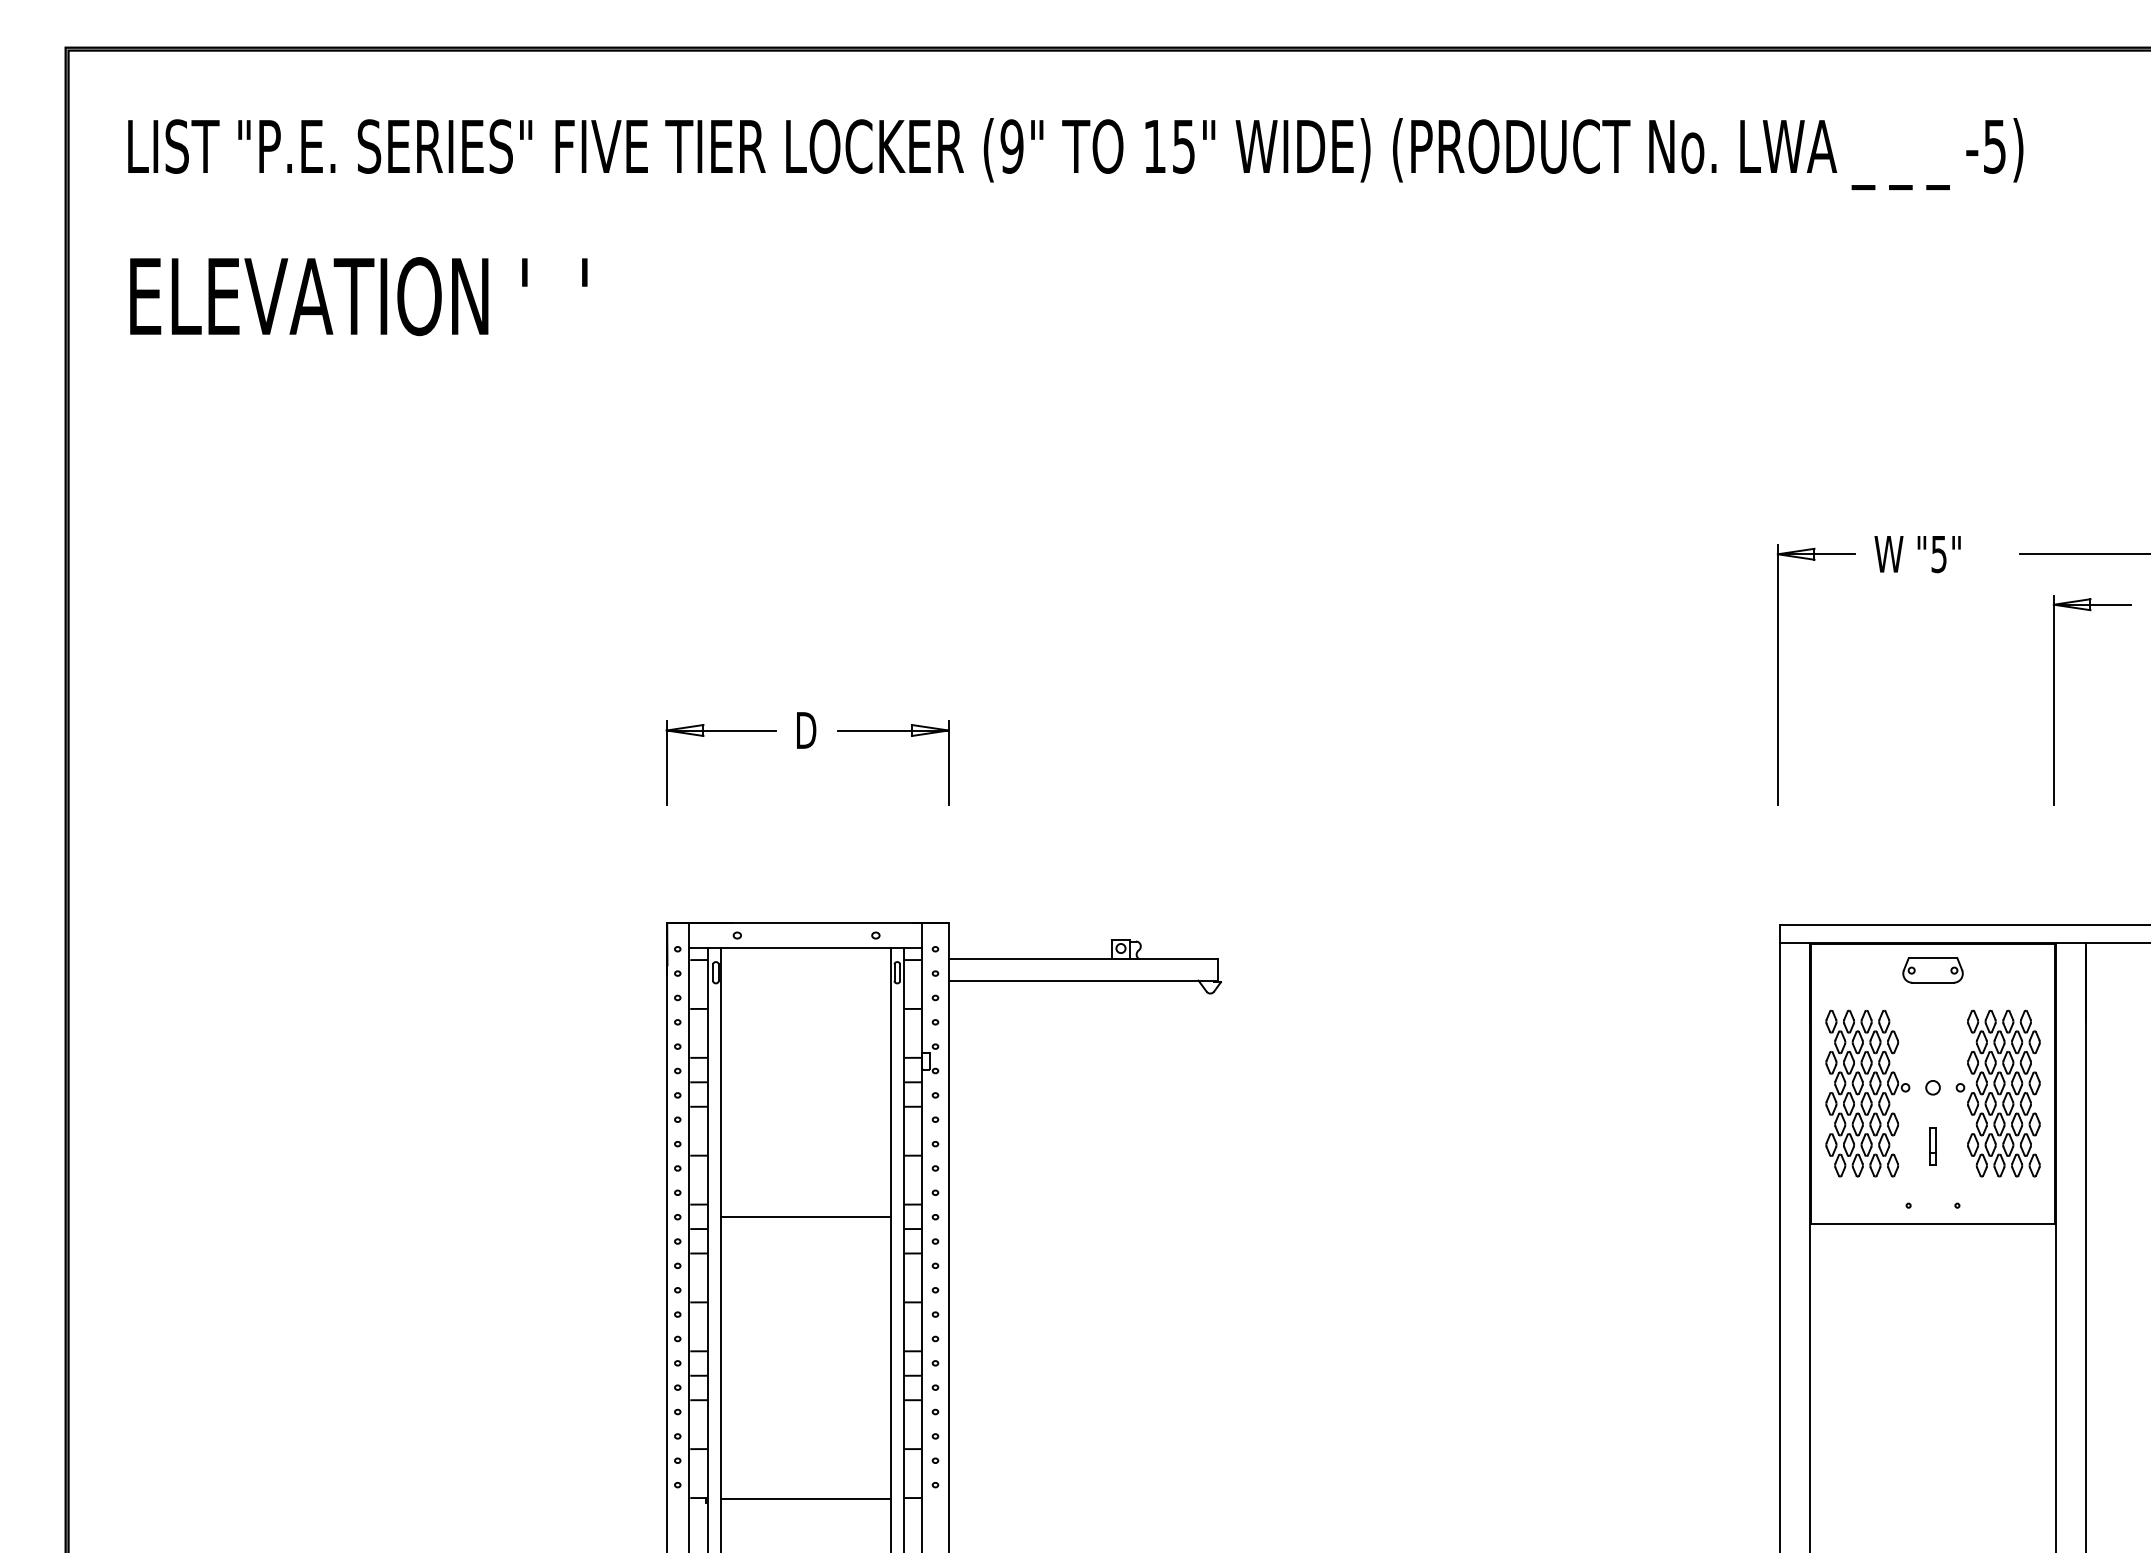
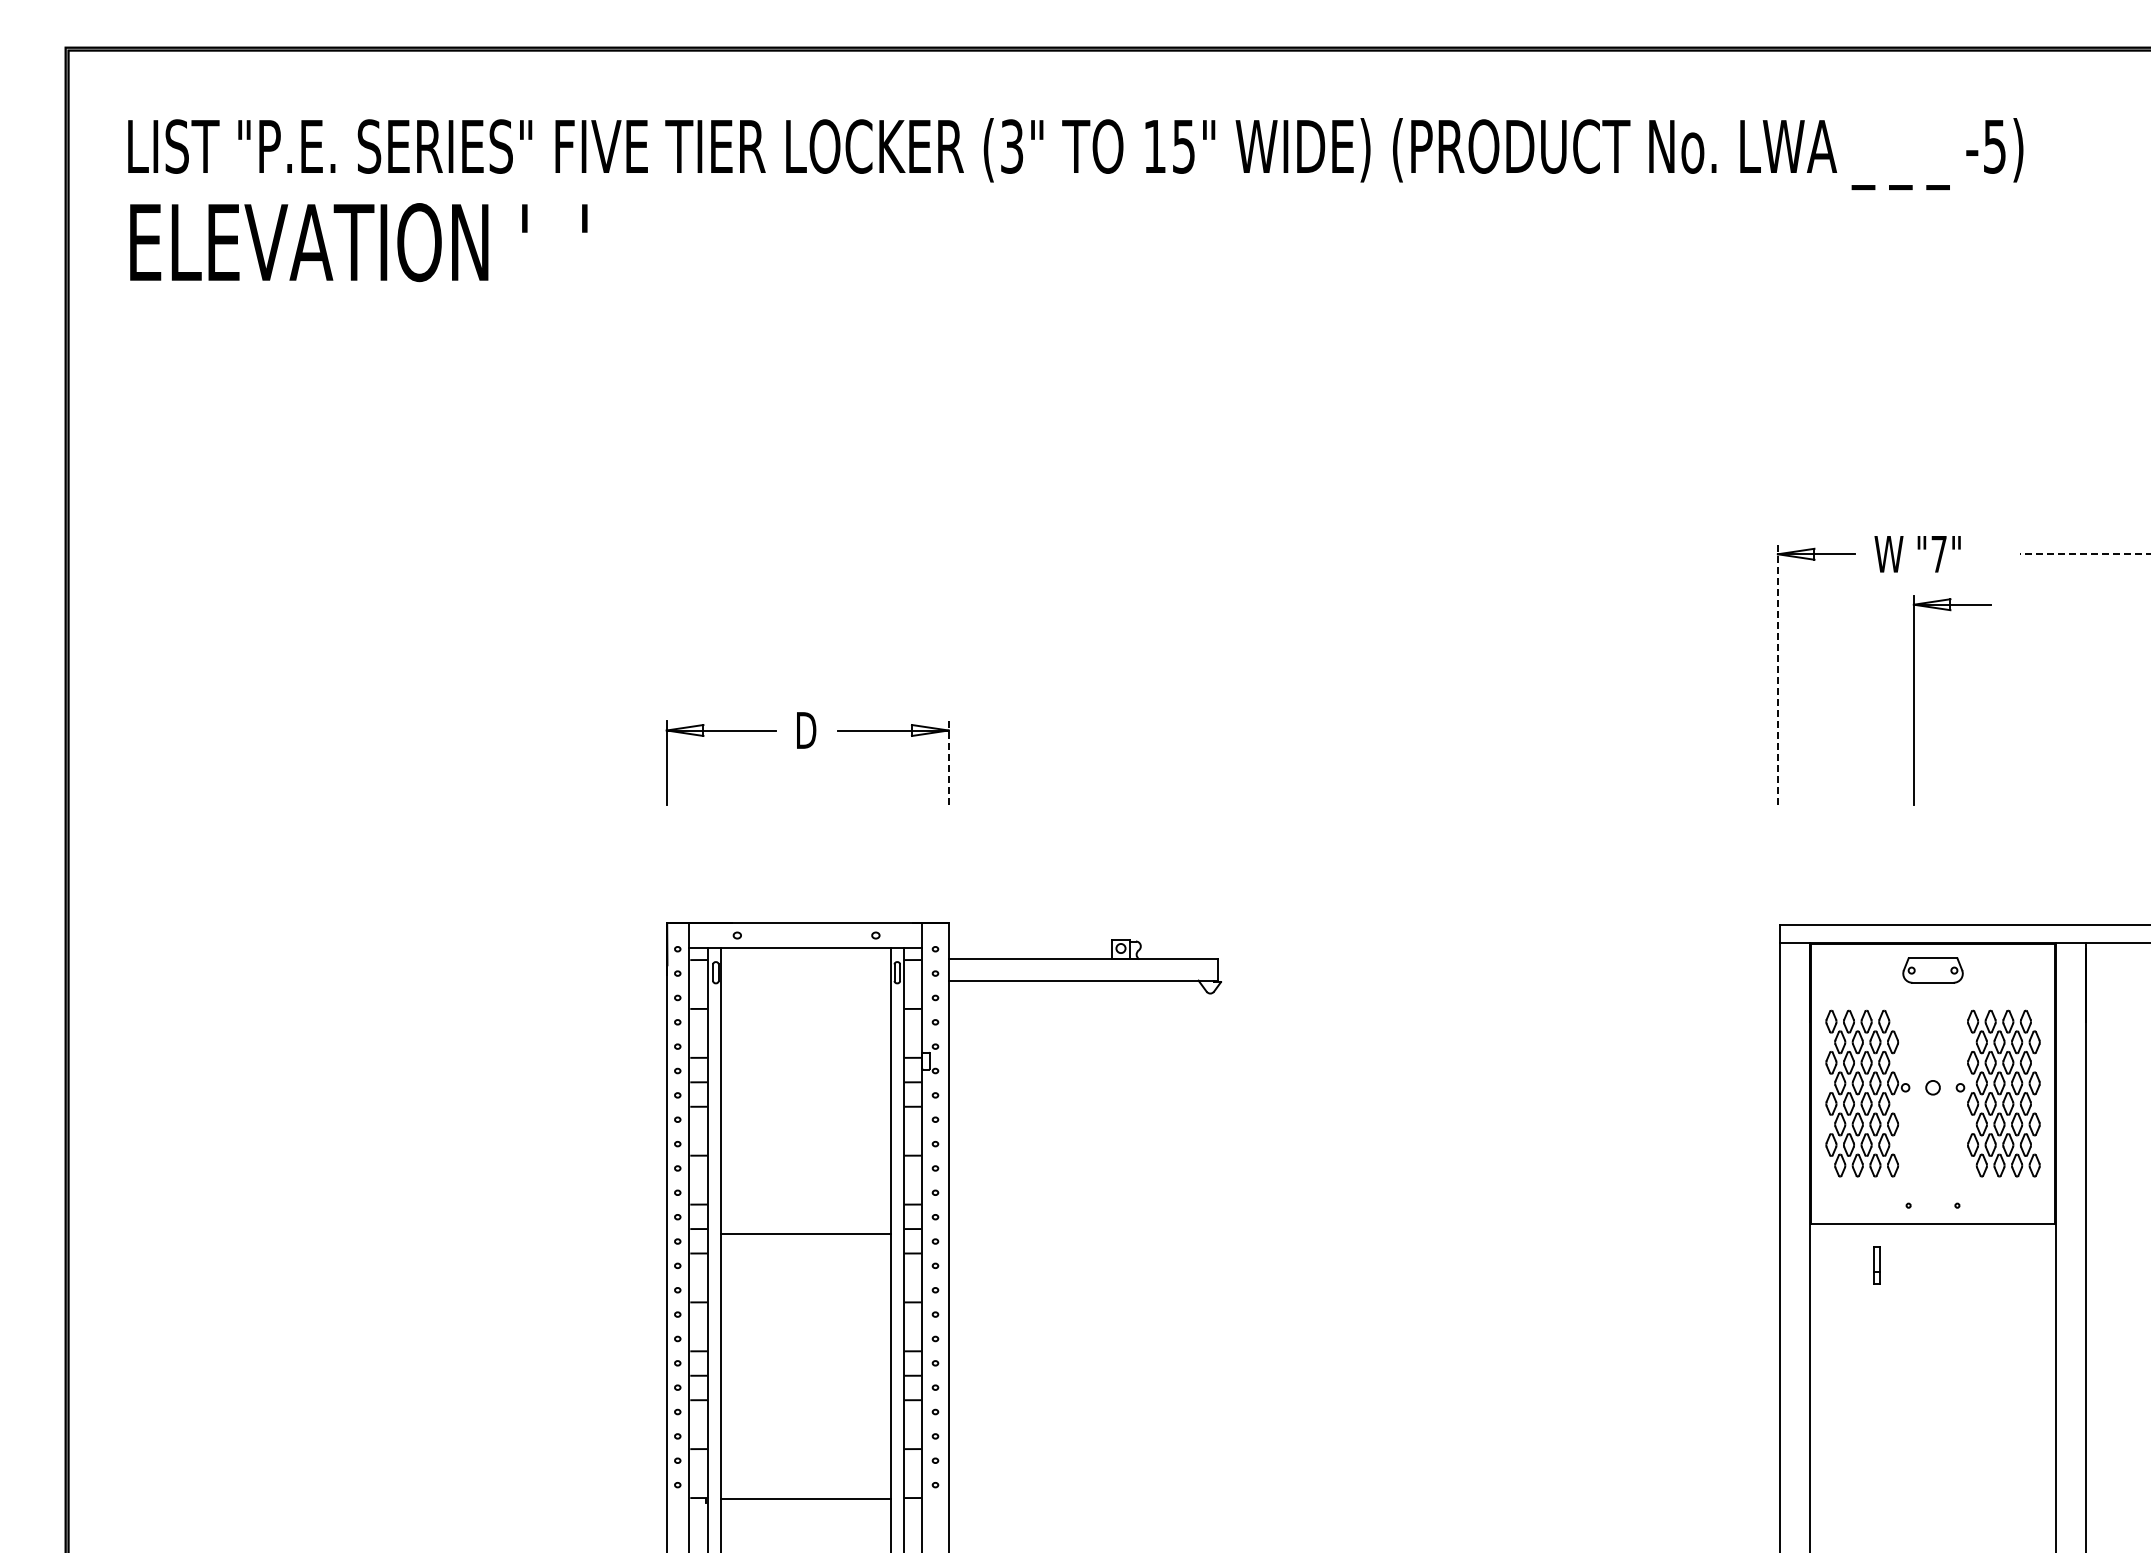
text at (1011, 146): (9" -> (3"
text at (358, 296) position: (358, 296) -> (358, 242)
text at (1938, 554): "5" -> "7"
line at (2084, 554): solid -> dashed
line at (1777, 674): solid -> dashed
part at (2054, 700) position: (2054, 700) -> (1914, 700)
line at (948, 762): solid -> dashed
part at (1932, 1146) position: (1932, 1146) -> (1876, 1265)
line at (805, 1217) position: (805, 1217) -> (805, 1234)
